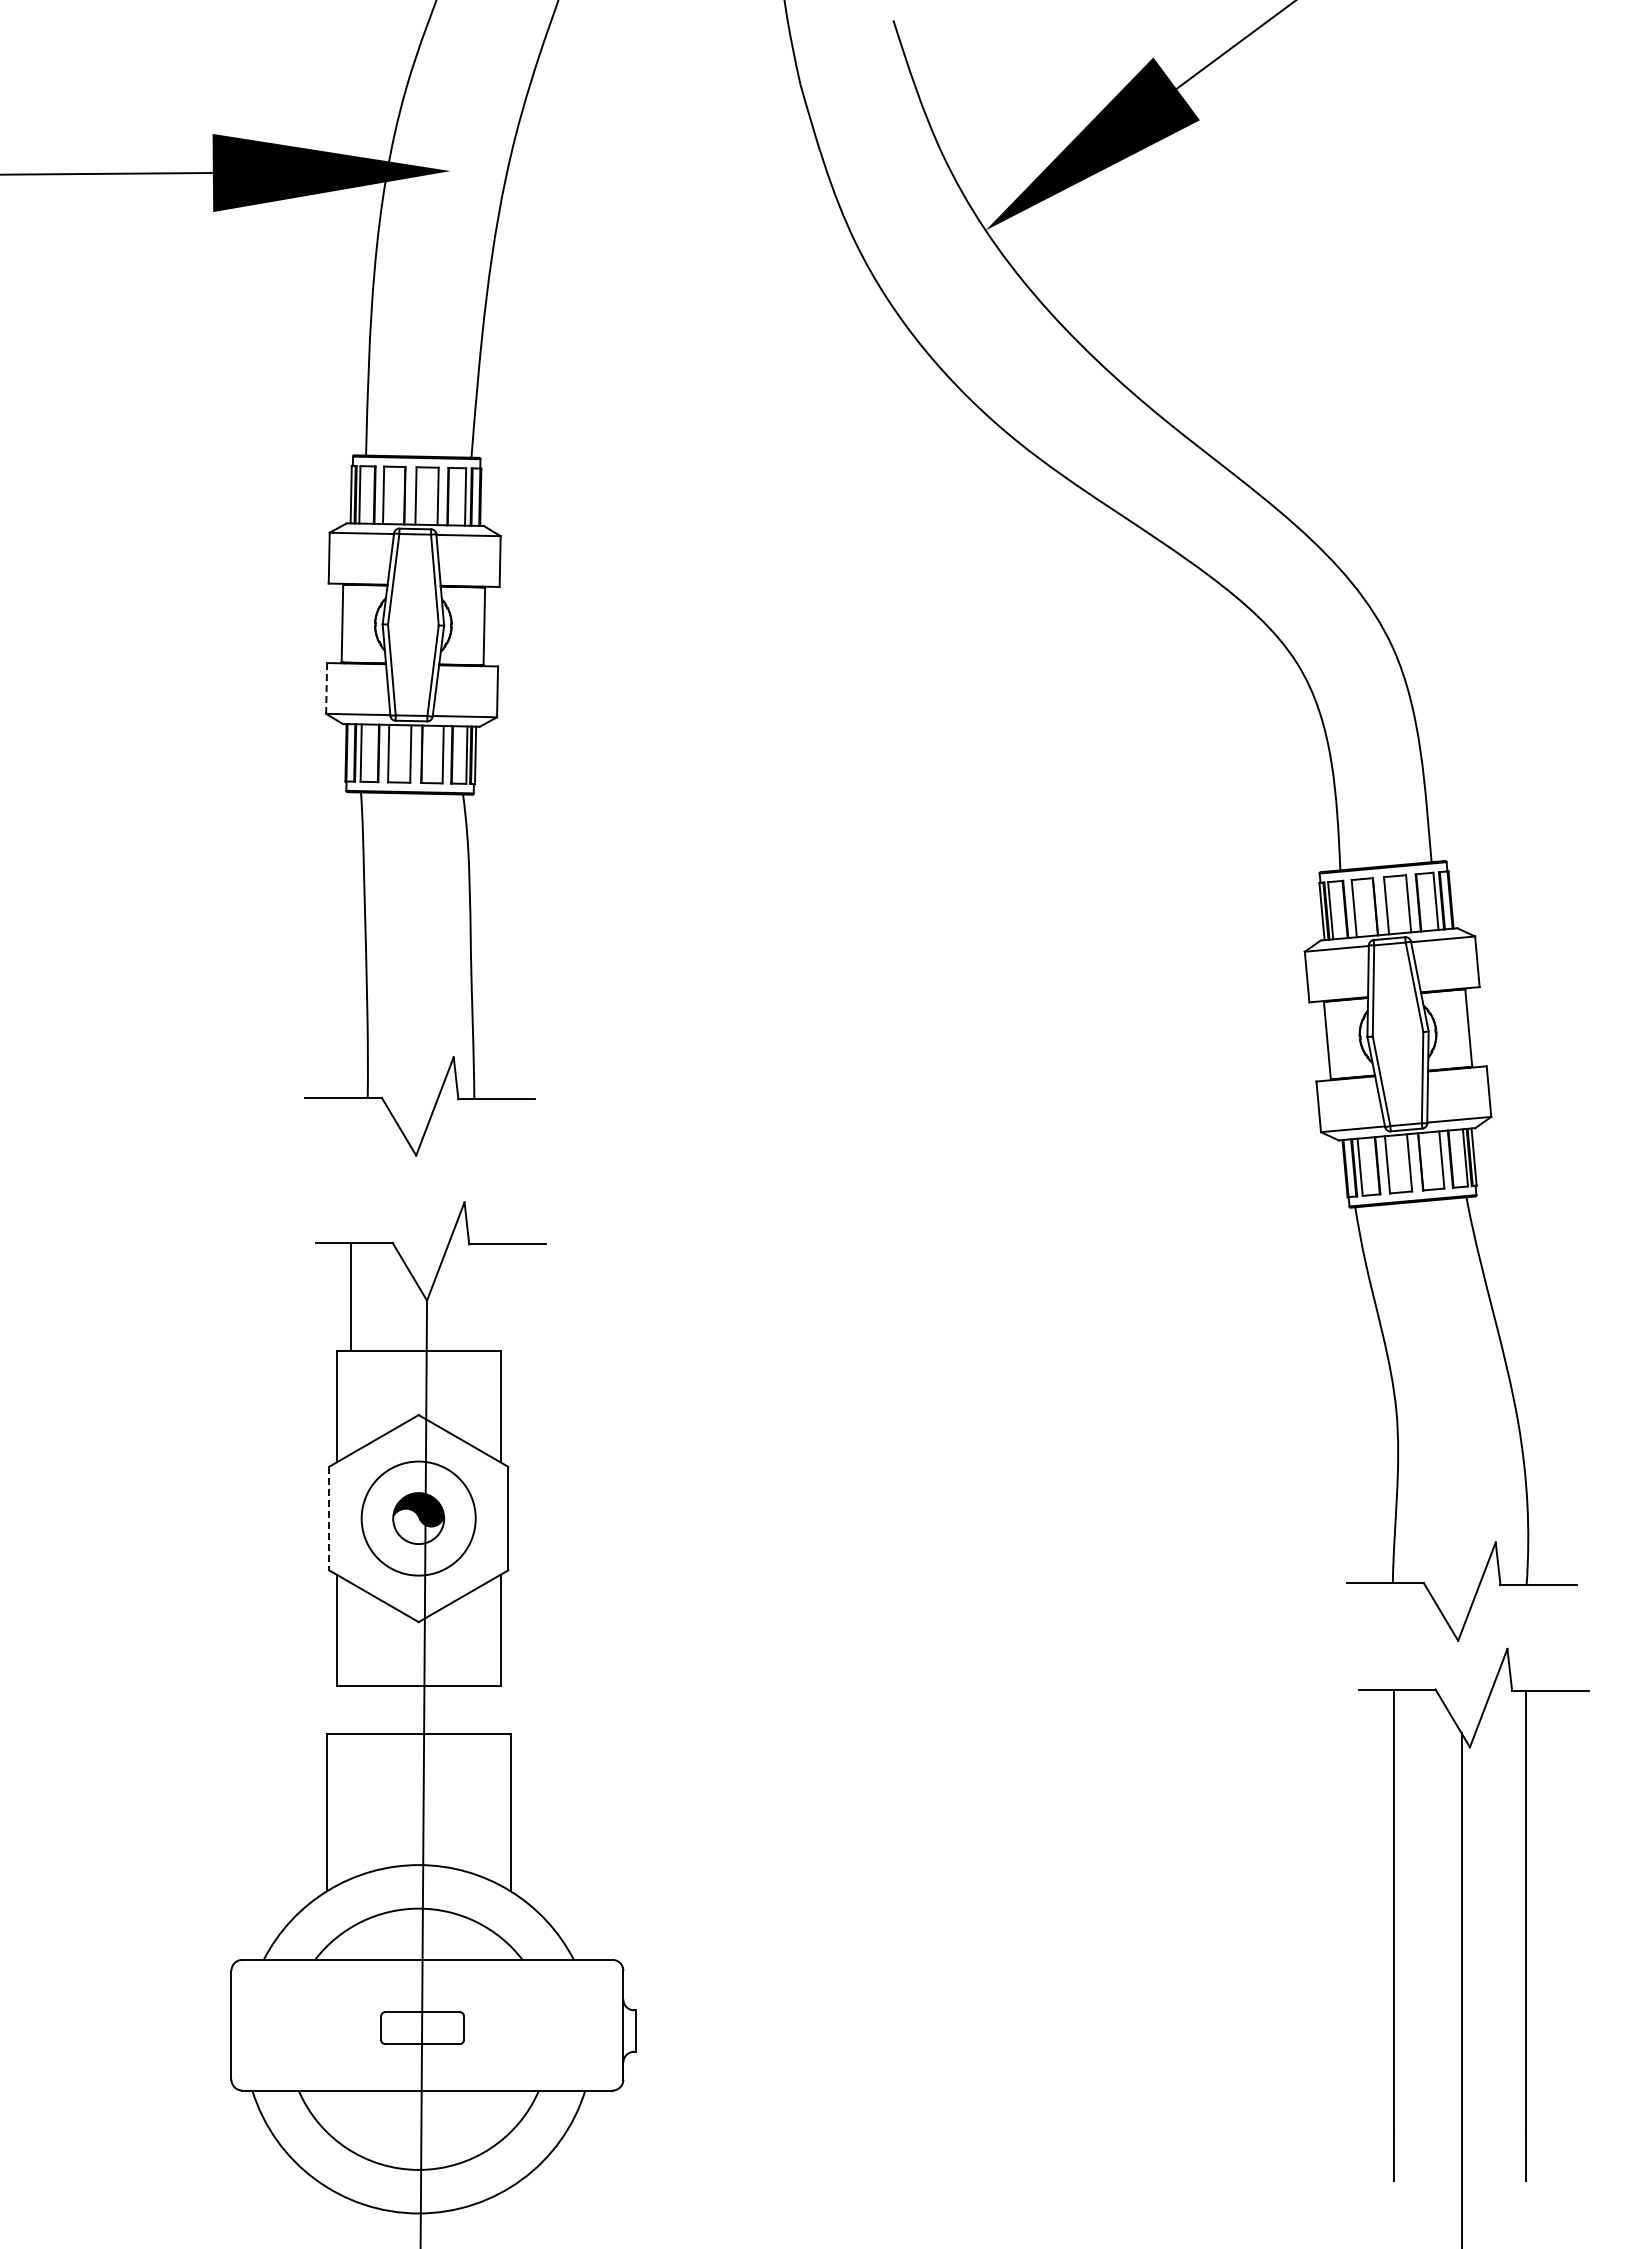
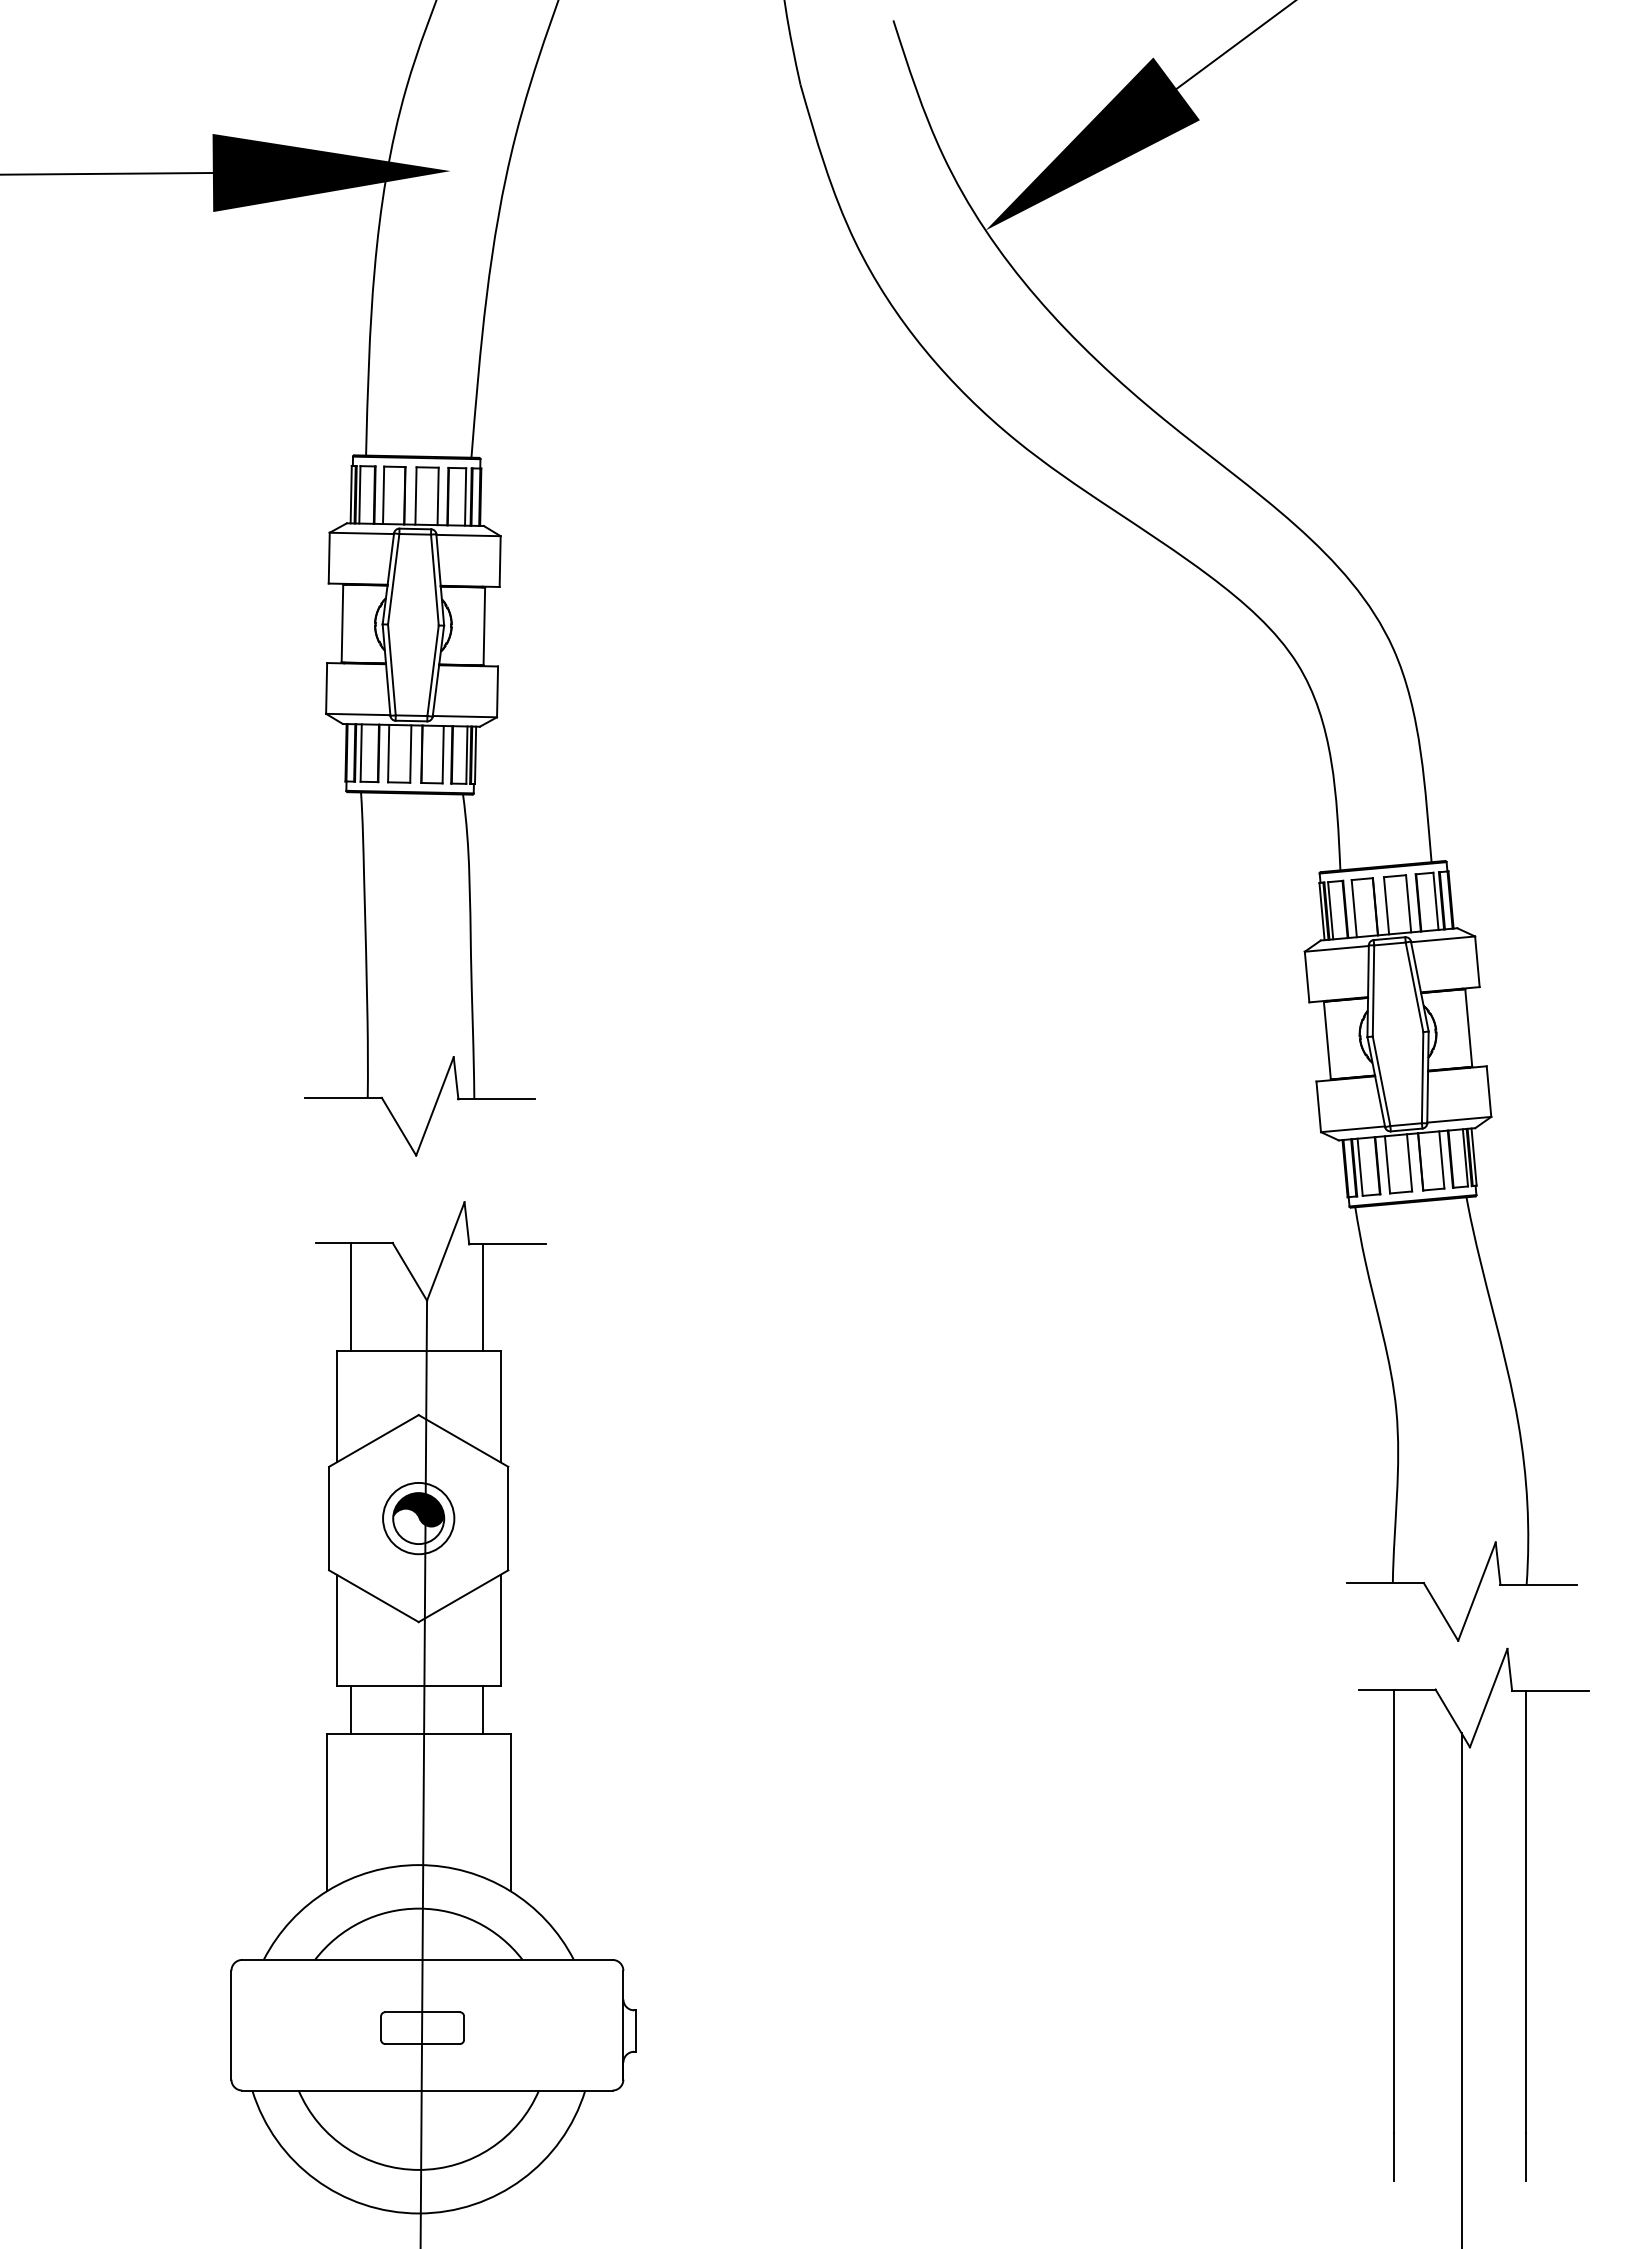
line at (326, 688): dashed -> solid
line at (482, 1297): none -> present
line at (329, 1518): dashed -> solid
circle at (418, 1518) diameter: 114 px -> 71 px
line at (351, 1709): none -> present
line at (482, 1709): none -> present
